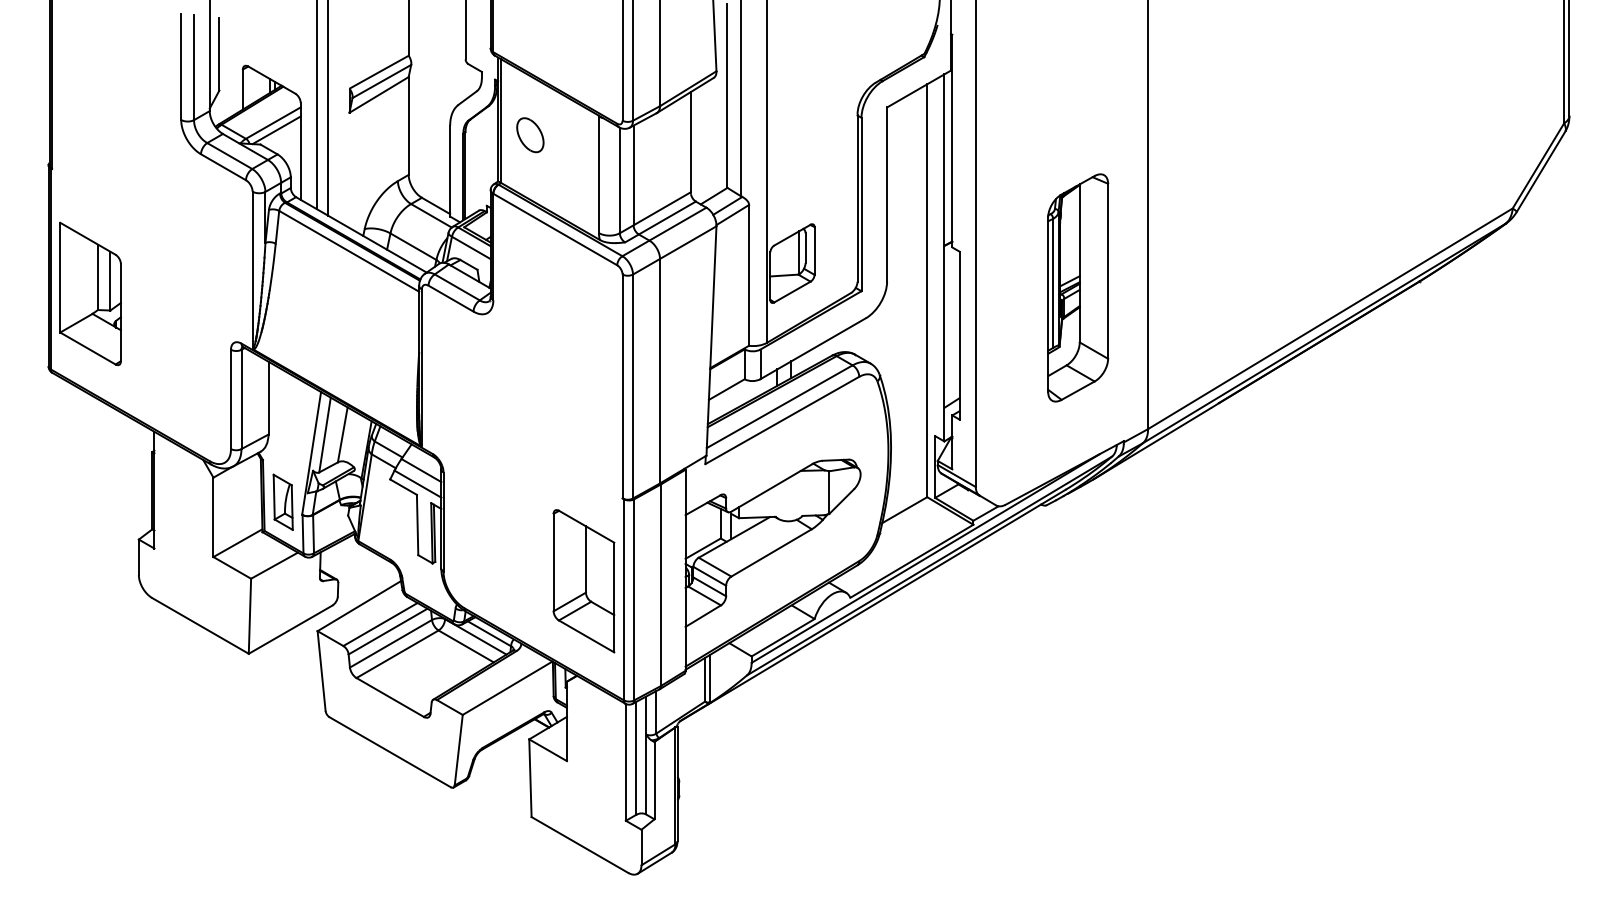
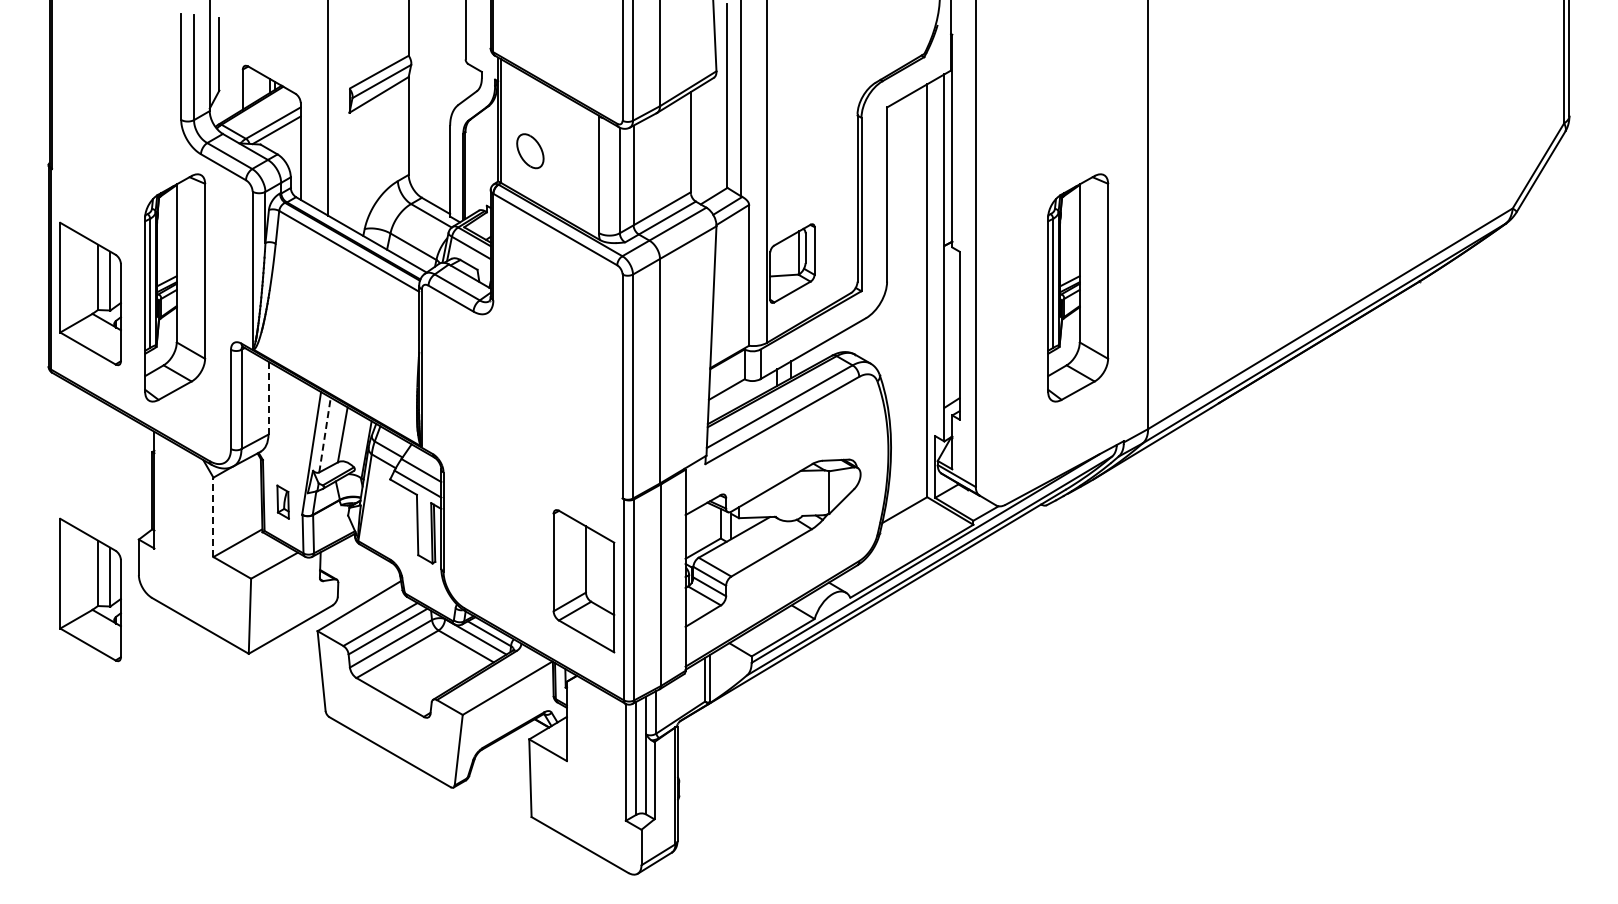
line at (317, 105): present -> none
part at (530, 135) position: (530, 135) -> (530, 151)
part at (175, 287): none -> present
line at (268, 398): solid -> dashed
line at (325, 435): solid -> dashed
part at (282, 501) size: 22x58 px -> 14x36 px
line at (213, 517): solid -> dashed
part at (90, 589): none -> present
